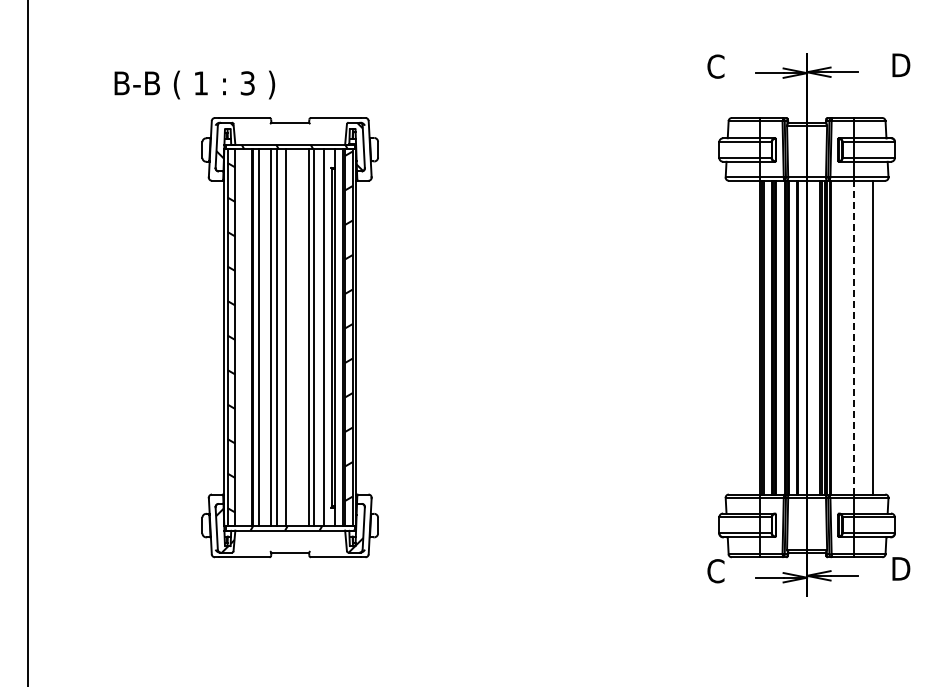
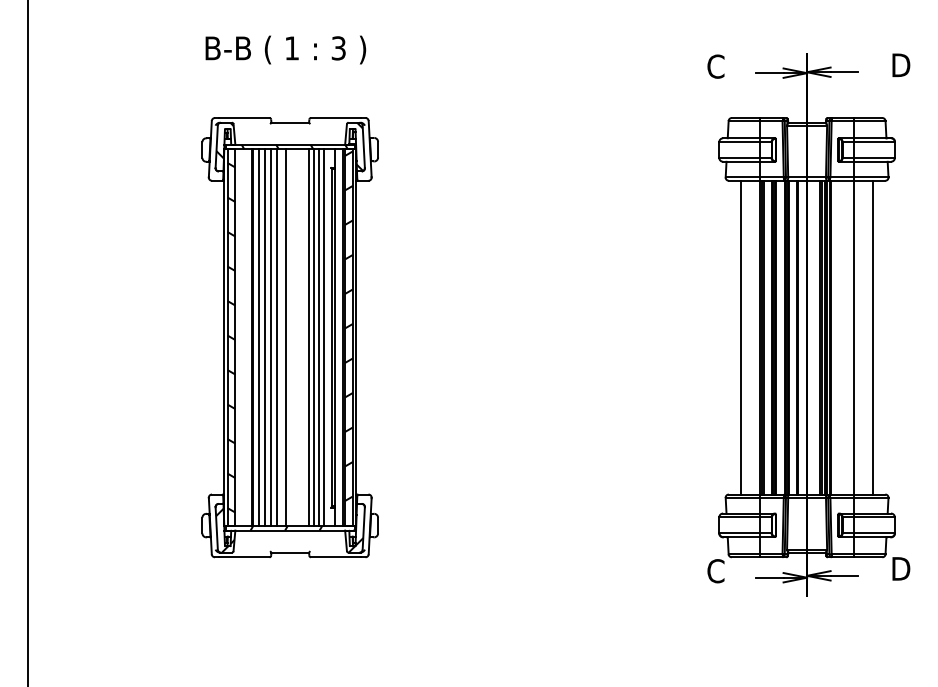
text at (194, 84) position: (194, 84) -> (285, 49)
line at (264, 337): none -> present
line at (318, 337): none -> present
line at (741, 337): none -> present
line at (854, 337): dashed -> solid
